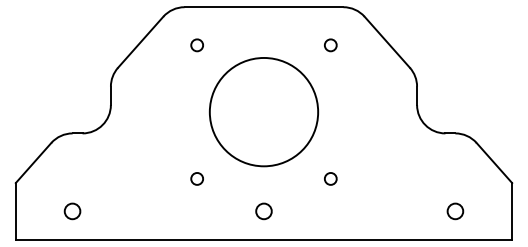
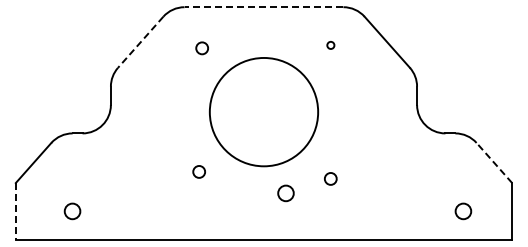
line at (263, 7): solid -> dashed
line at (140, 42): solid -> dashed
circle at (196, 45) position: (196, 45) -> (201, 48)
circle at (330, 45) size: 14x15 px -> 10x9 px
line at (494, 163): solid -> dashed
circle at (196, 178) position: (196, 178) -> (198, 171)
line at (15, 211): solid -> dashed
circle at (263, 211) position: (263, 211) -> (285, 193)
circle at (455, 211) position: (455, 211) -> (463, 211)
